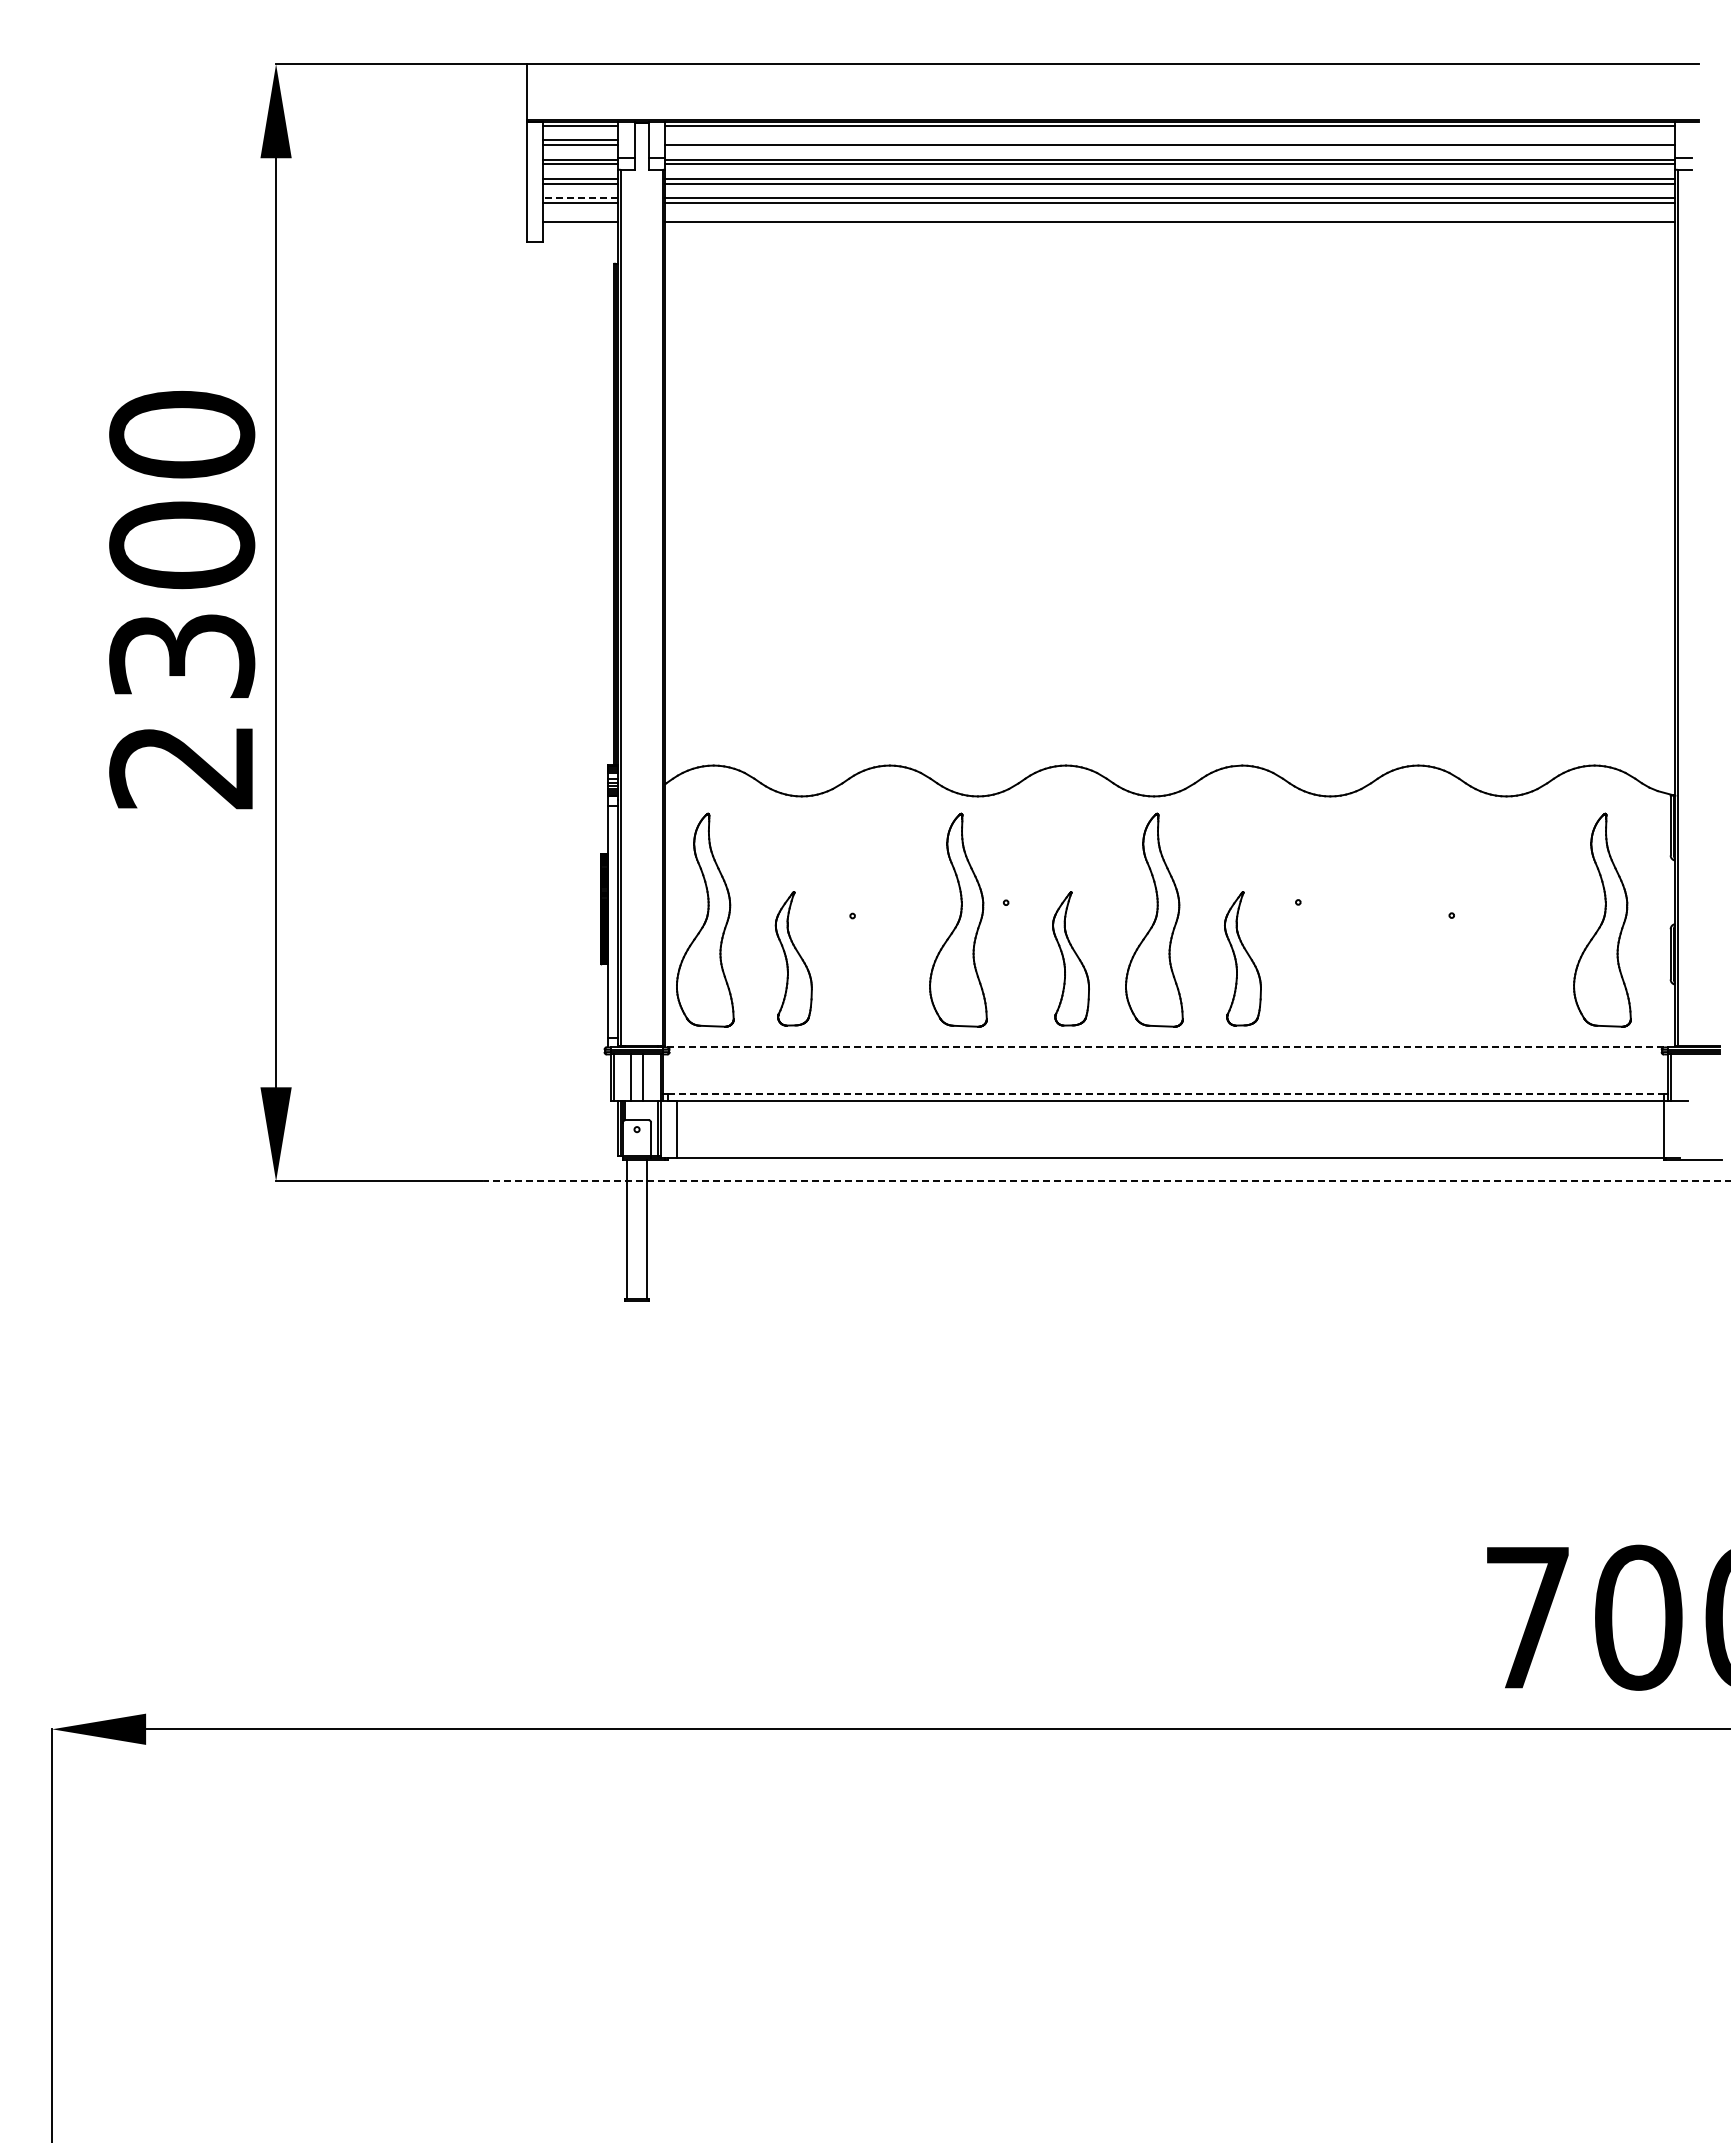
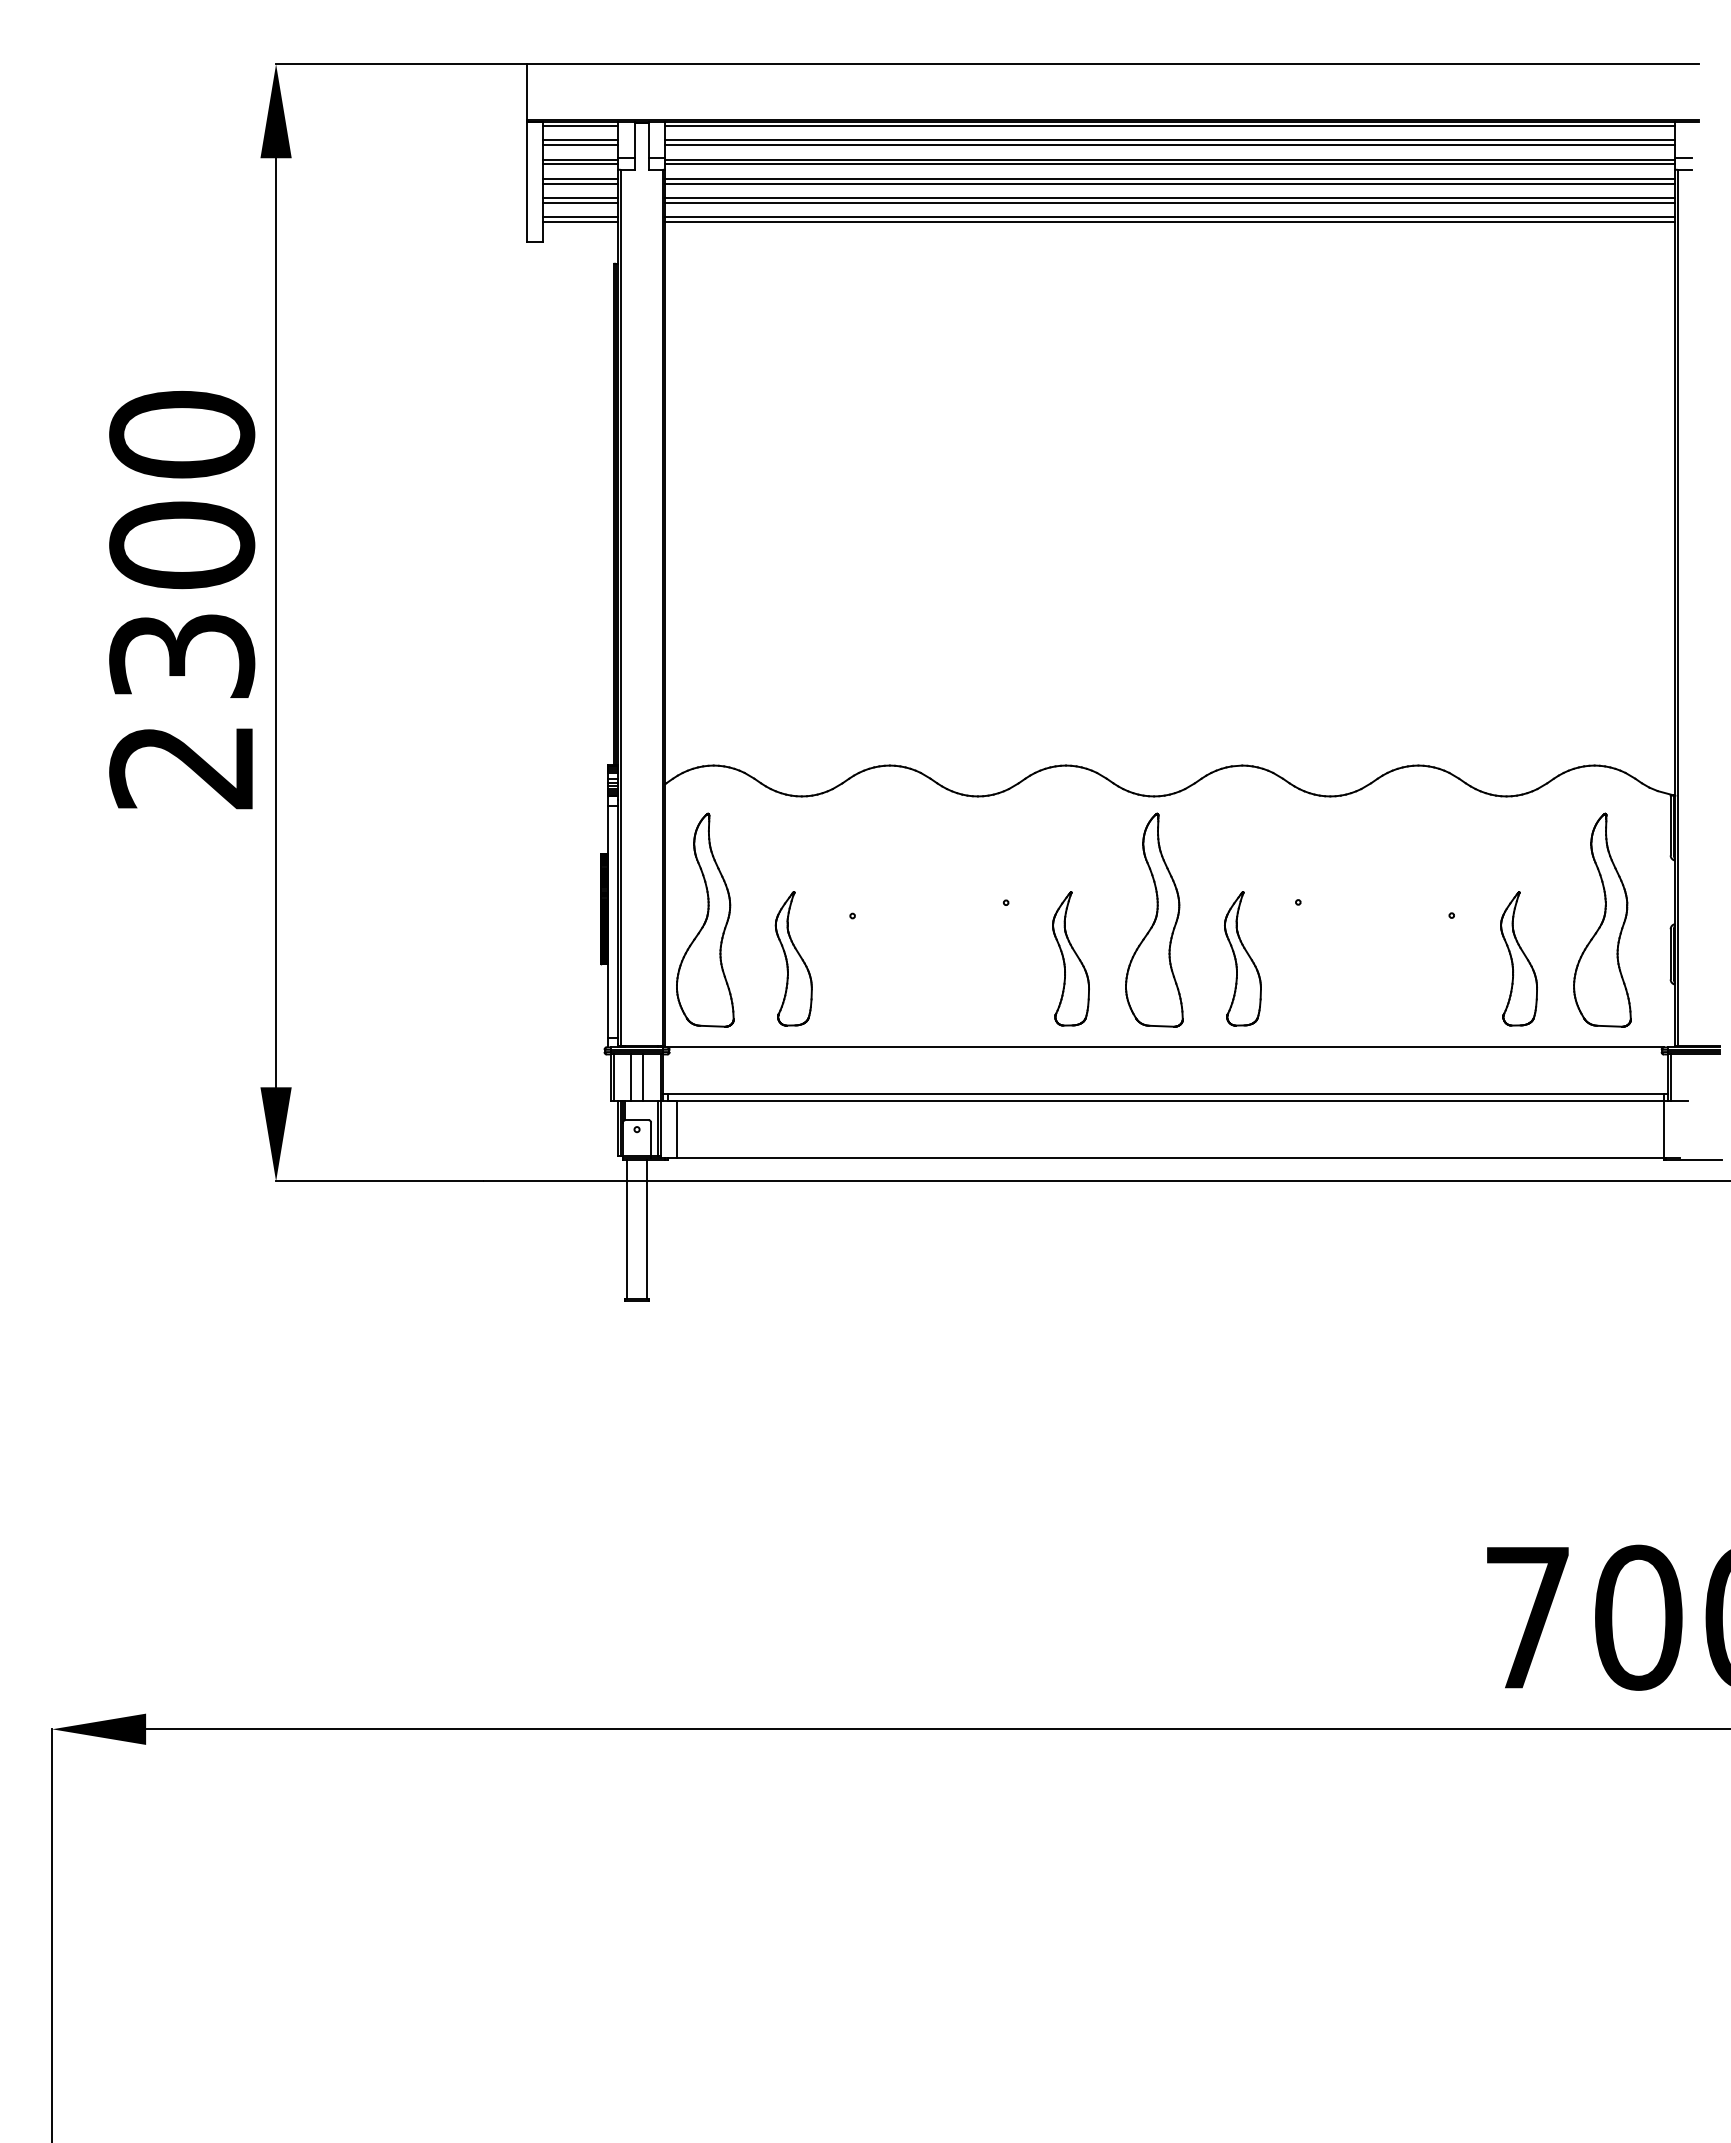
line at (1170, 140): none -> present
line at (580, 197): dashed -> solid
line at (580, 217): none -> present
line at (1170, 217): none -> present
part at (958, 919): present -> none
part at (1518, 958): none -> present
line at (1166, 1047): dashed -> solid
line at (1166, 1094): dashed -> solid
line at (1106, 1181): dashed -> solid
